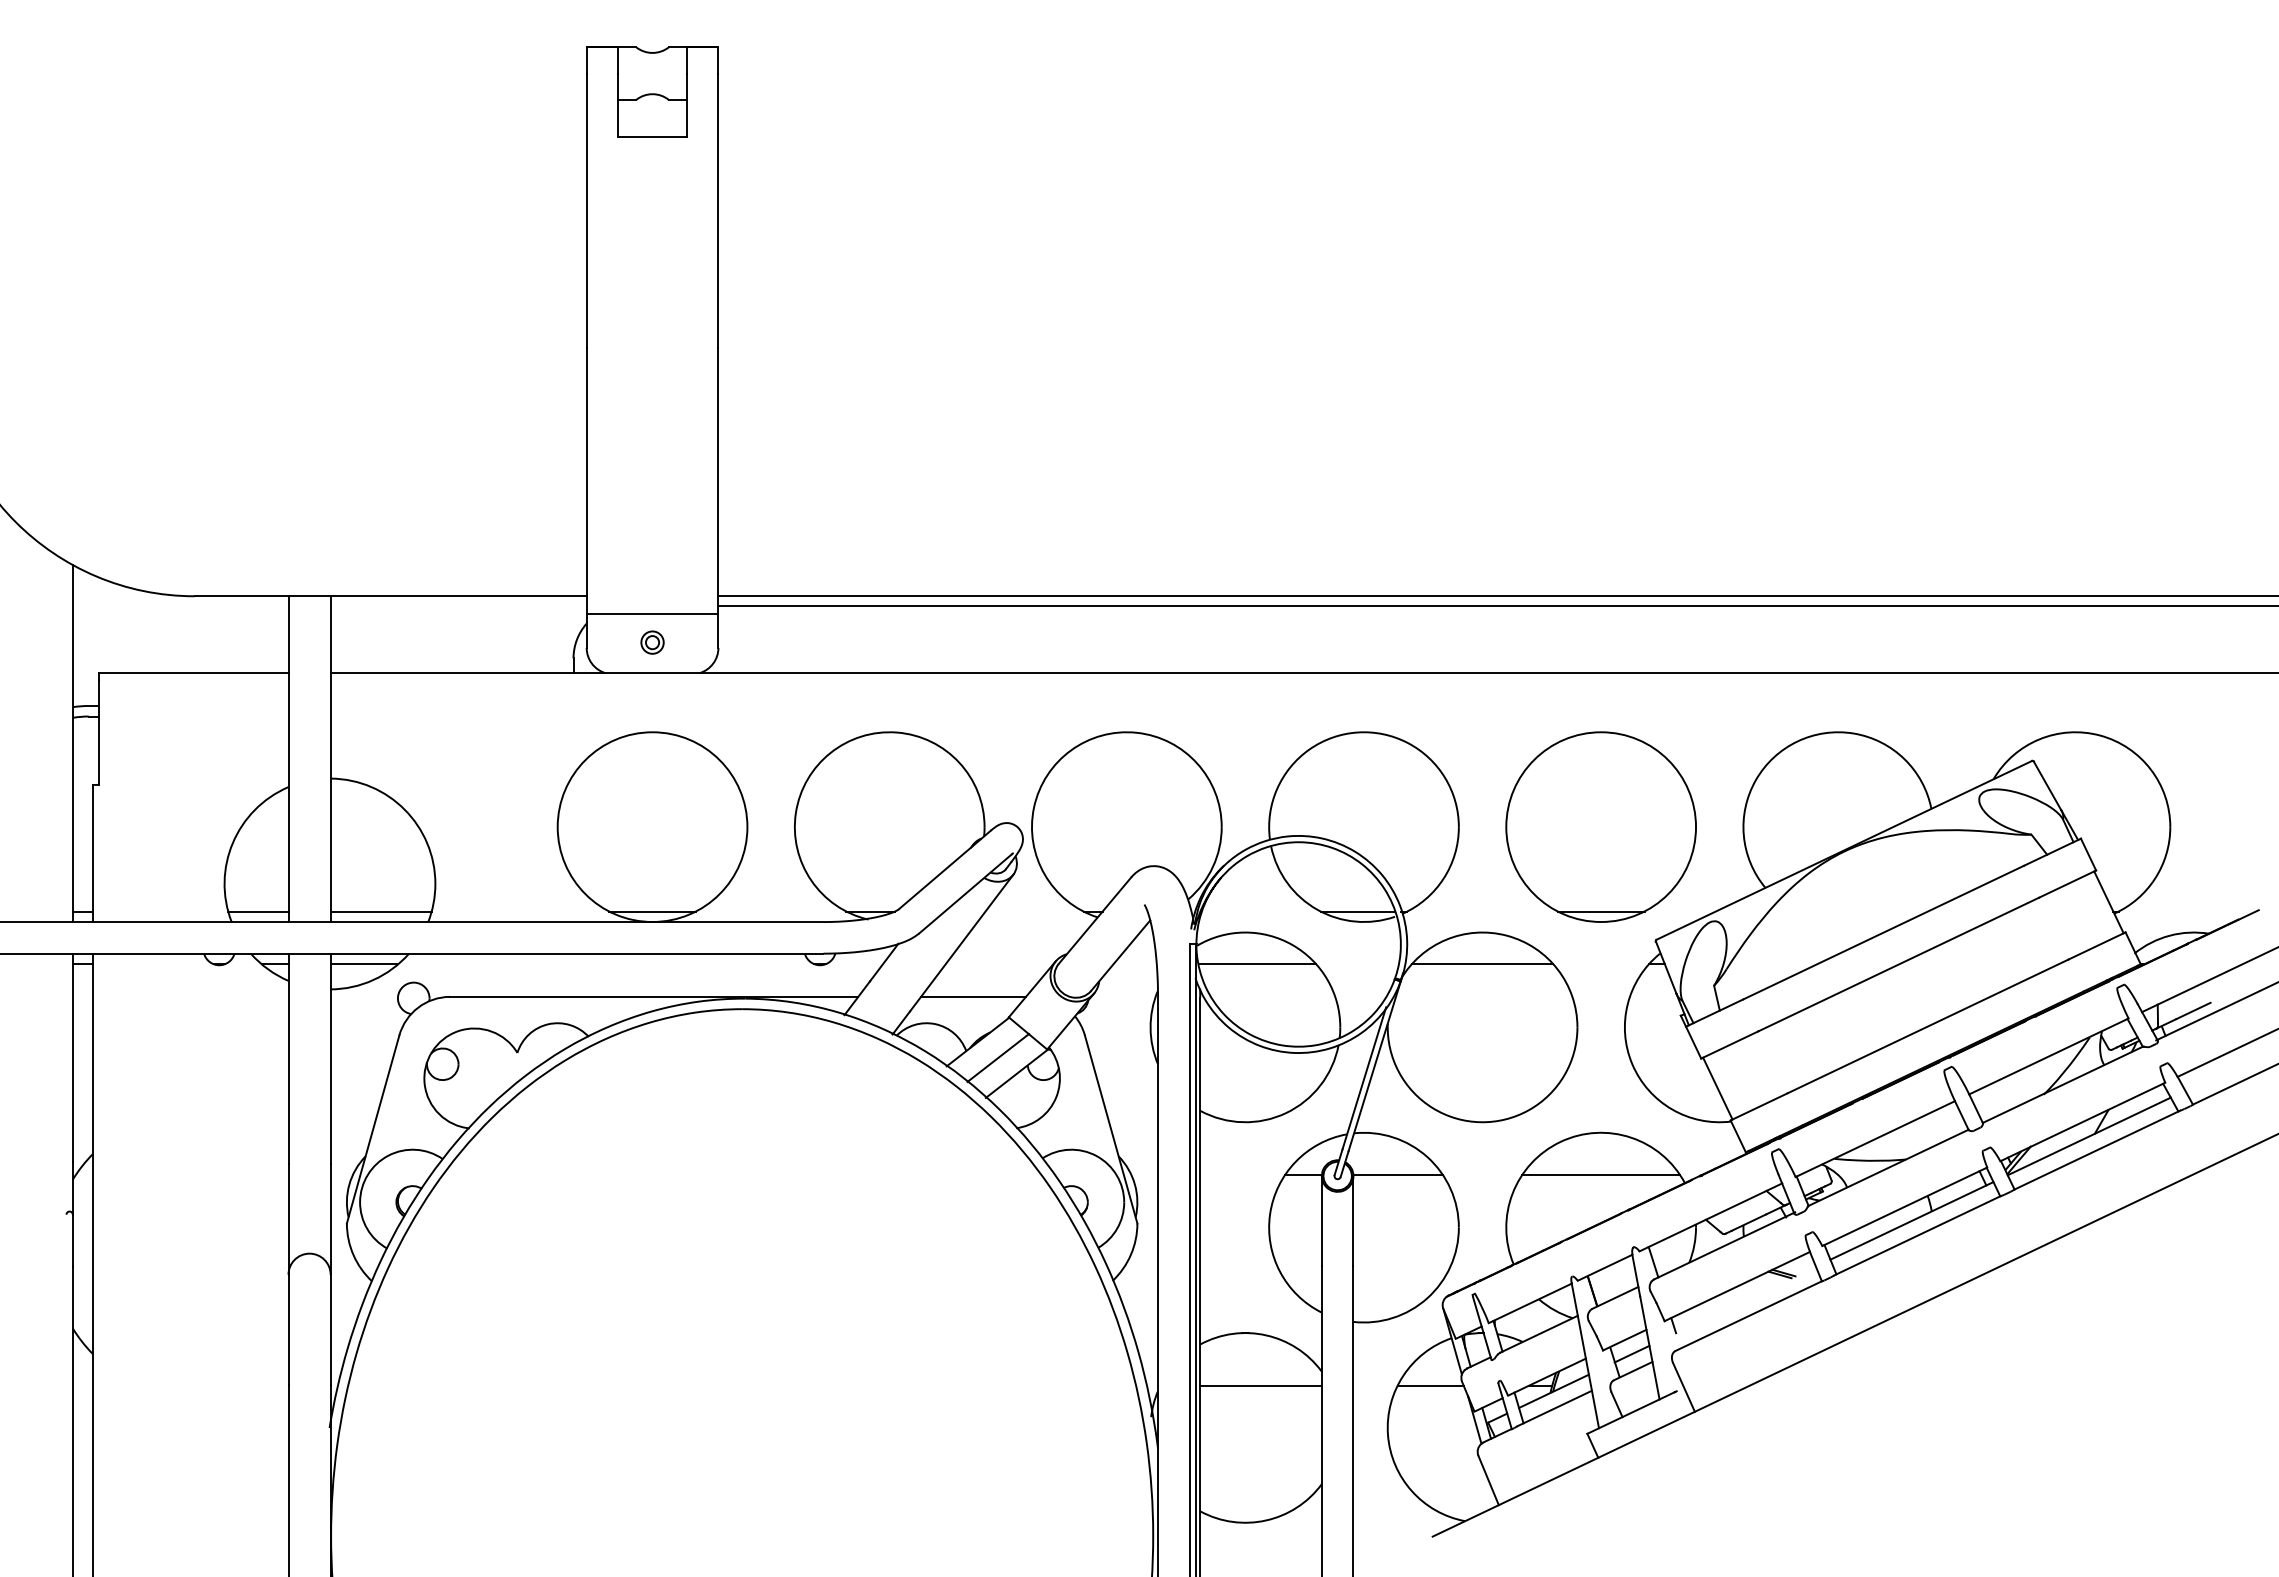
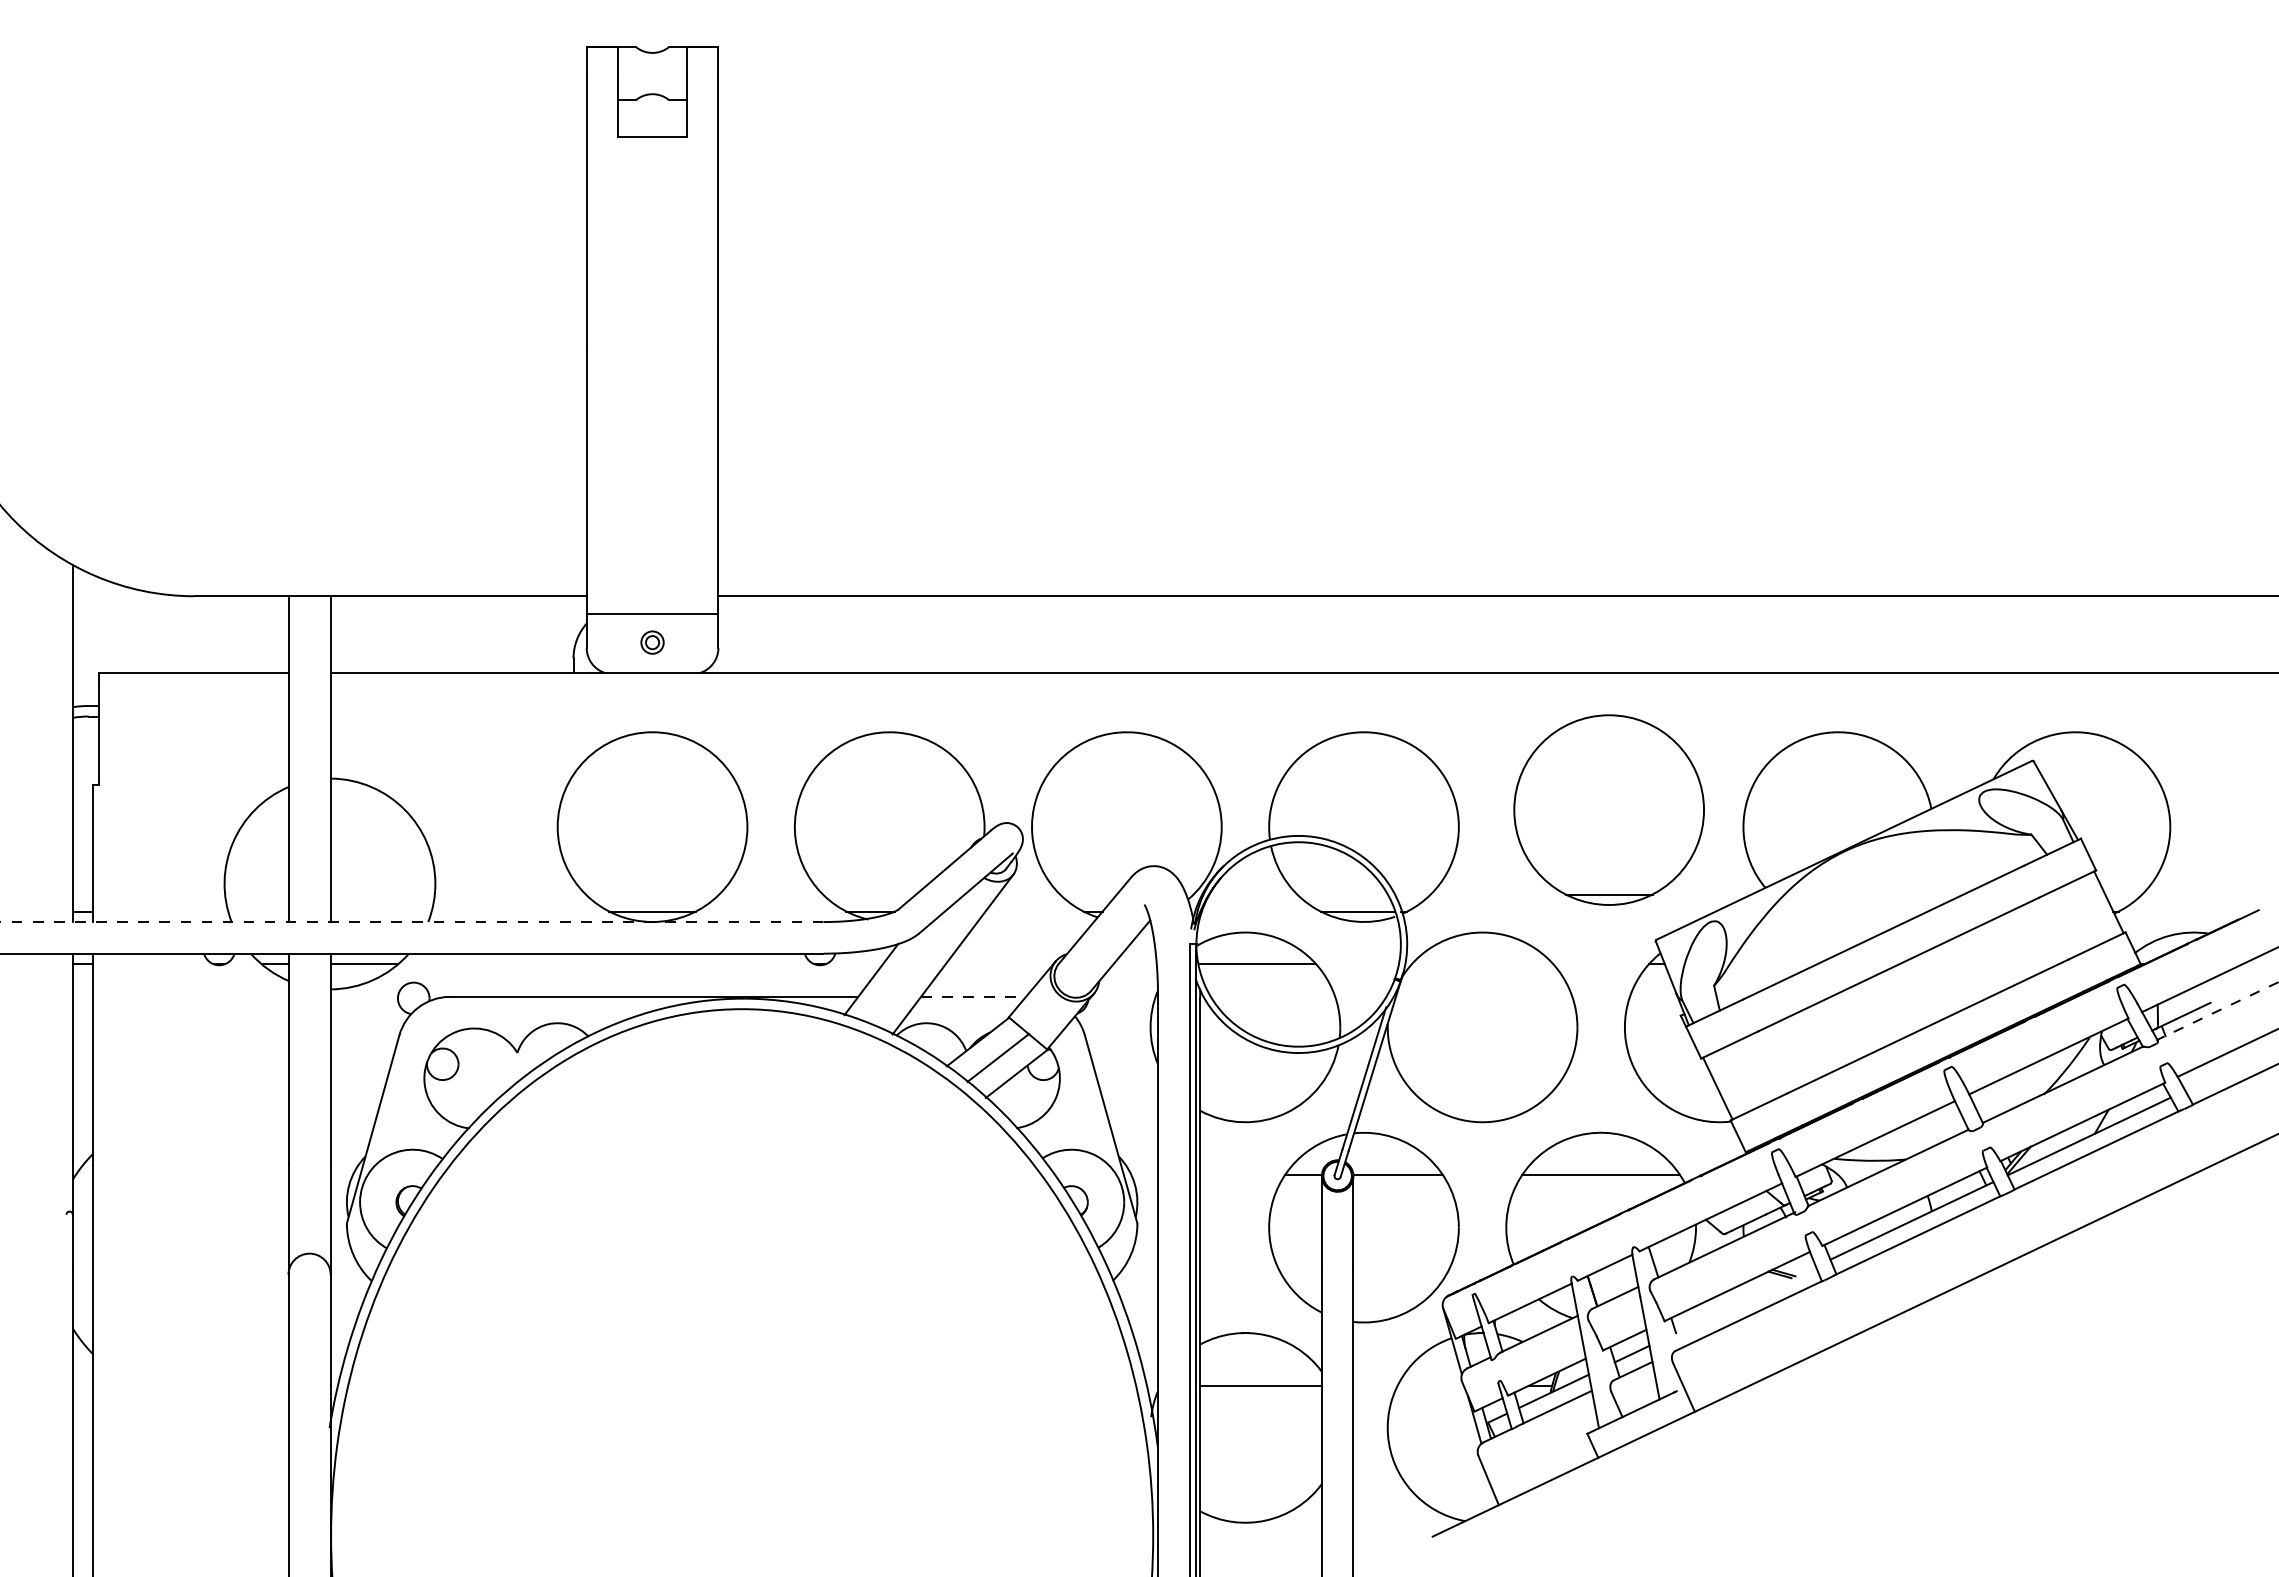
line at (1496, 605): present -> none
part at (1600, 826) position: (1600, 826) -> (1608, 809)
line at (258, 911): present -> none
line at (380, 911): present -> none
line at (411, 922): solid -> dashed
line at (1482, 964): present -> none
line at (974, 996): solid -> dashed
line at (2217, 1011): solid -> dashed
line at (1430, 1385): present -> none
